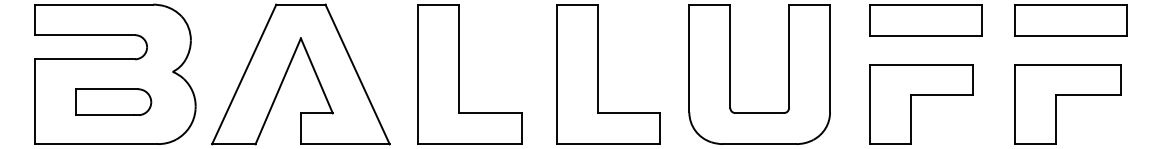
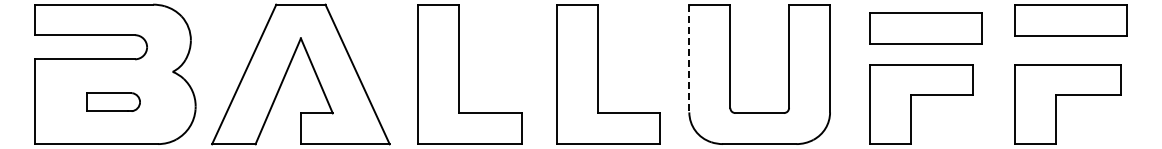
part at (925, 20) position: (925, 20) -> (925, 28)
line at (689, 58): solid -> dashed
part at (113, 101) size: 78x28 px -> 55x20 px
